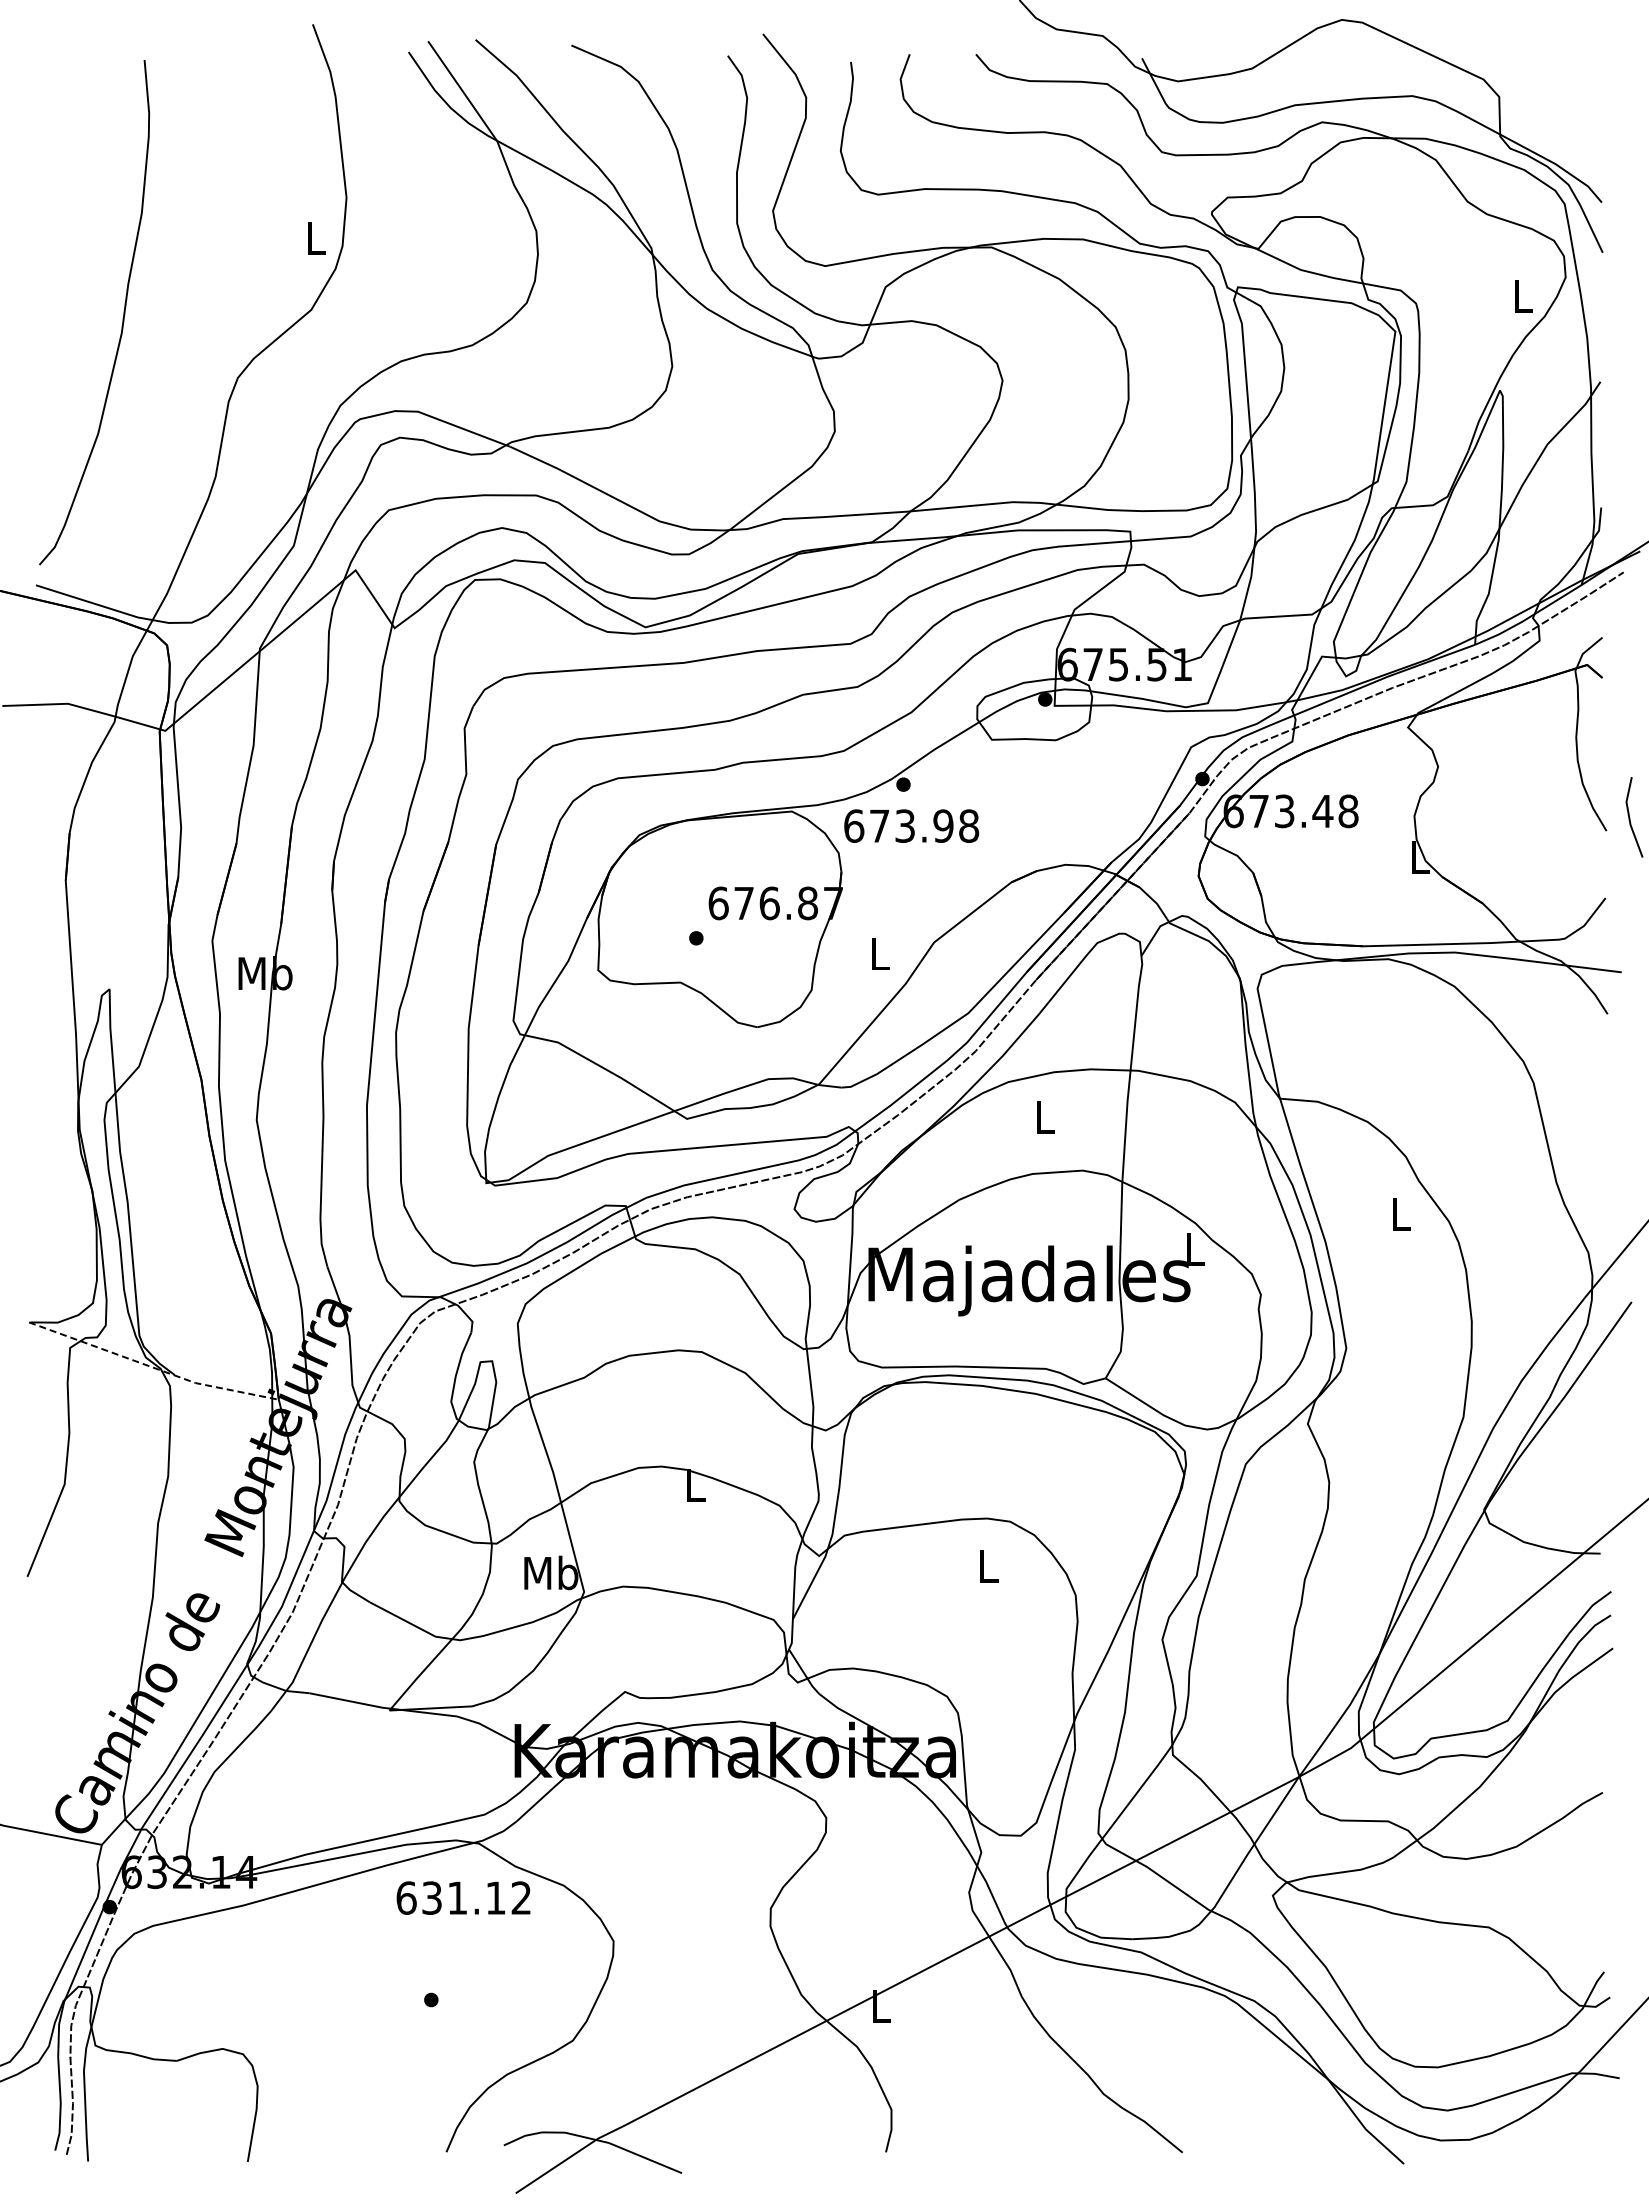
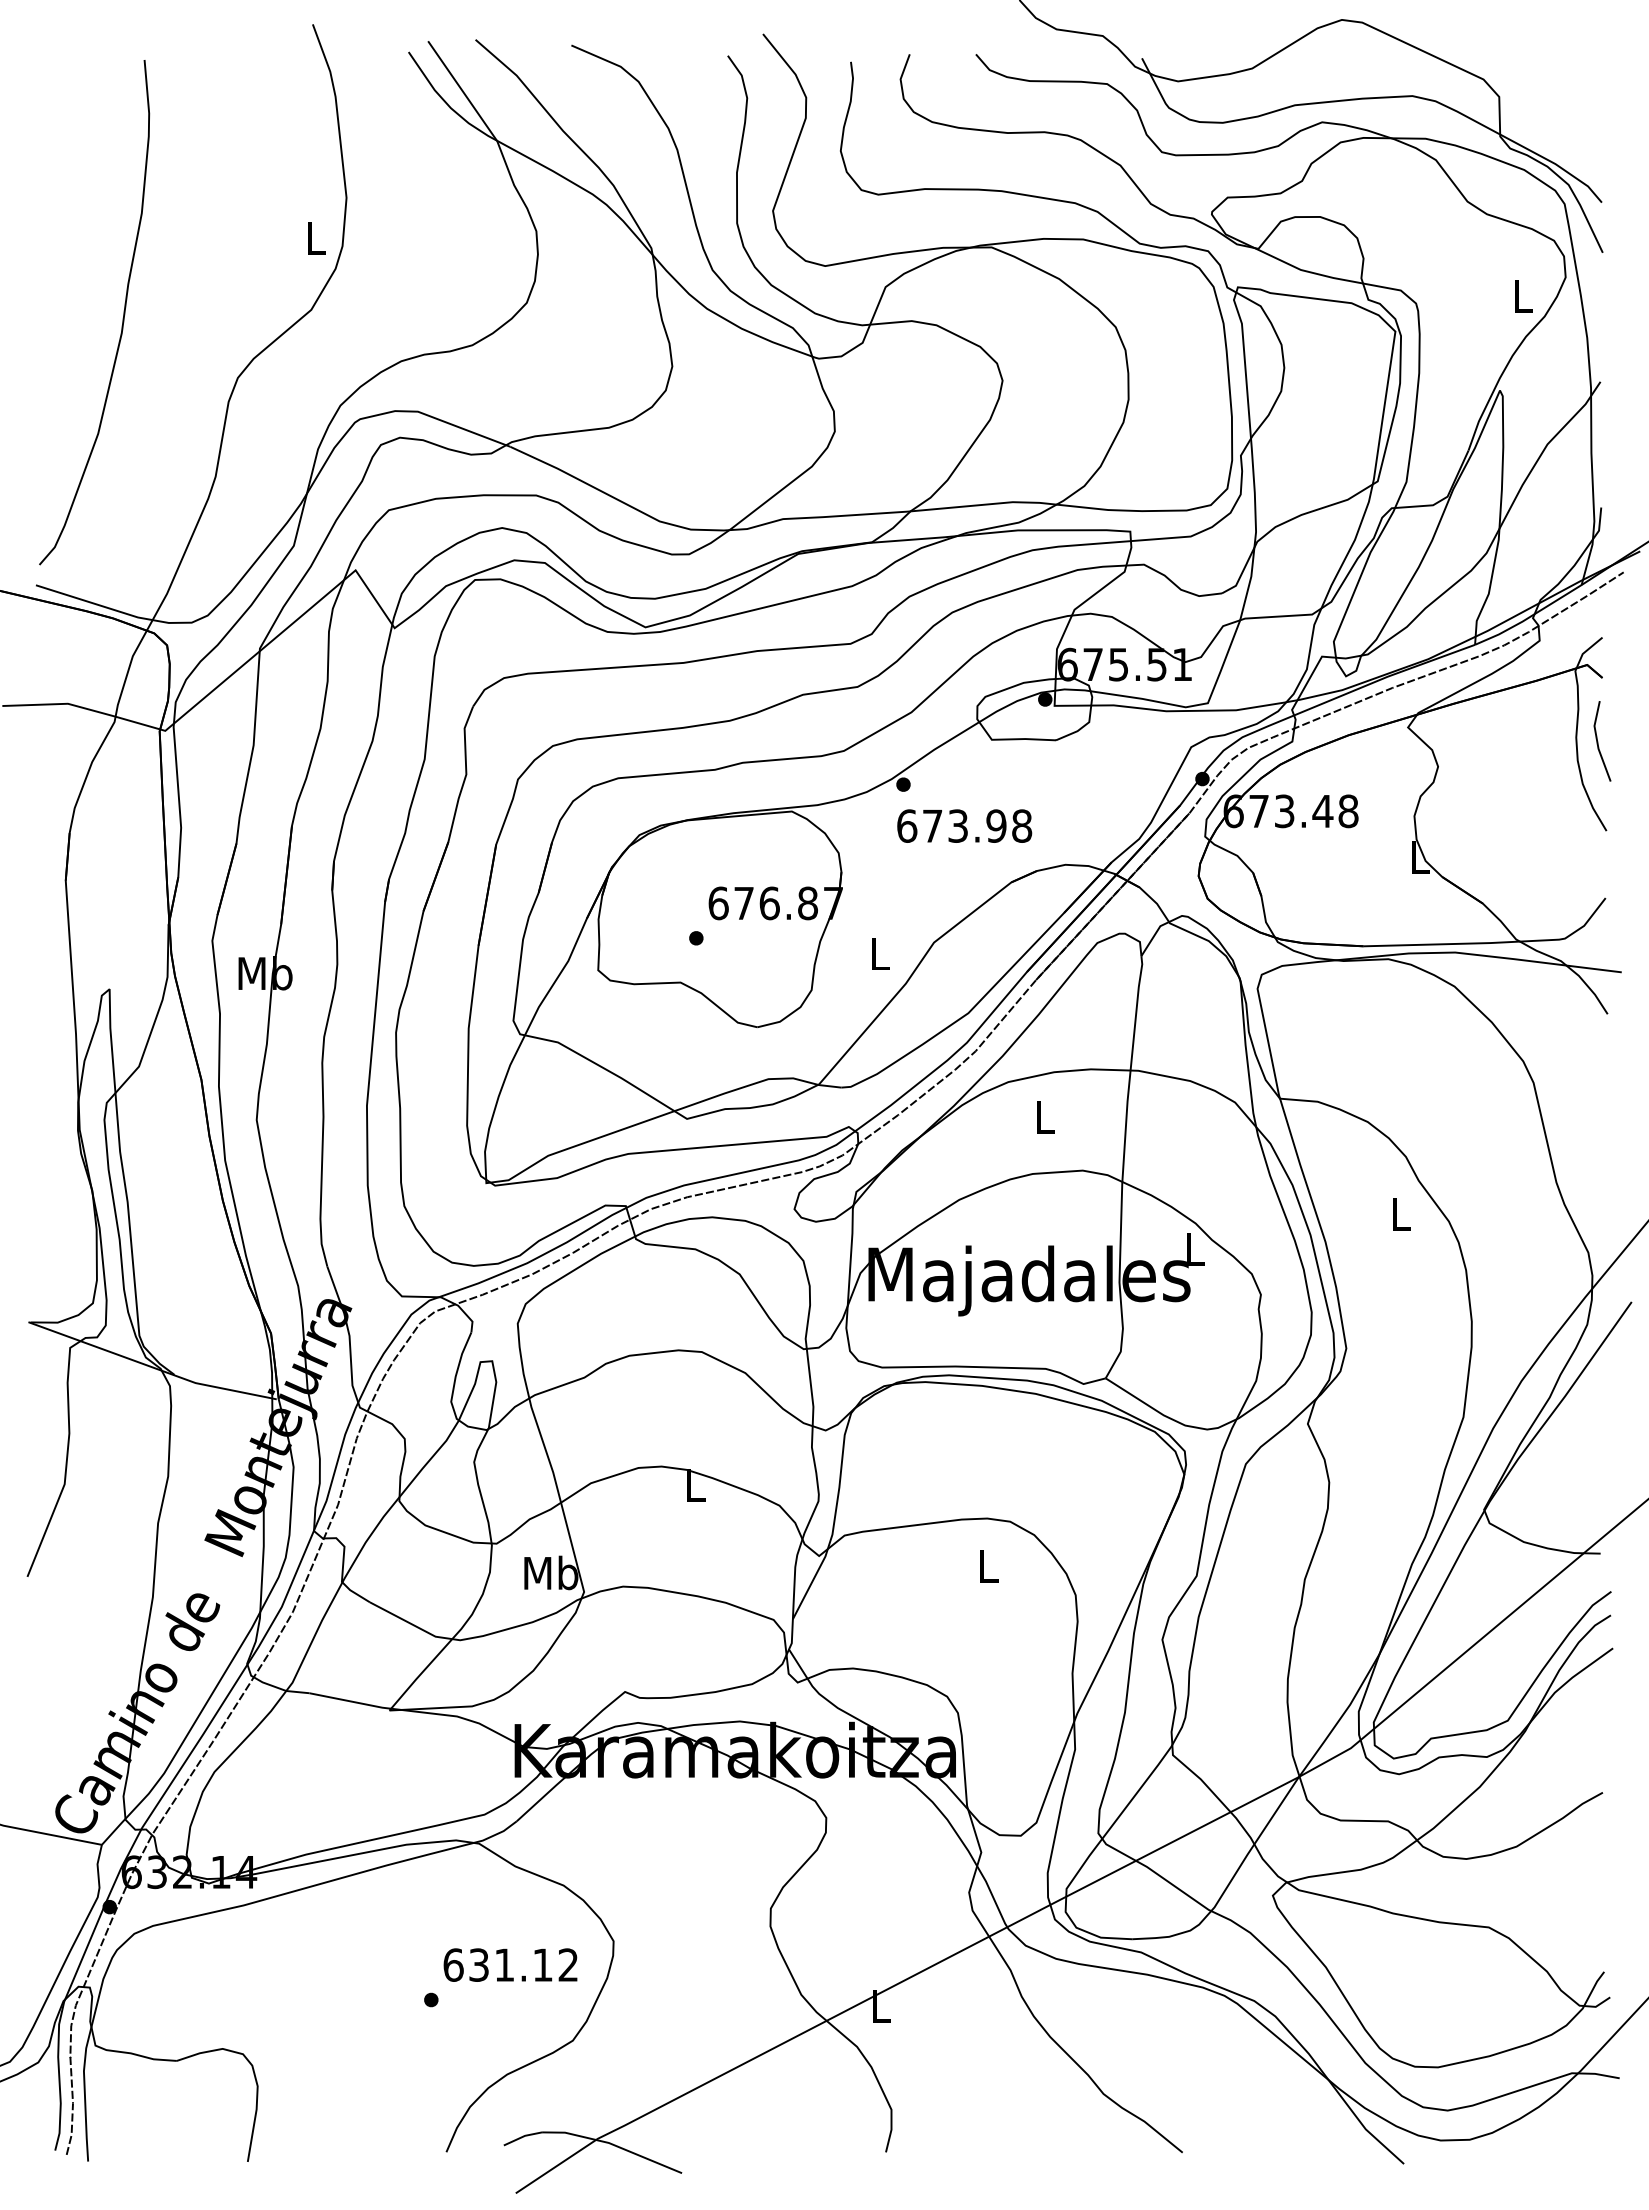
line at (1630, 817) position: (1630, 817) -> (1598, 741)
text at (911, 825) position: (911, 825) -> (964, 825)
line at (151, 1367): dashed -> solid
text at (463, 1897) position: (463, 1897) -> (510, 1964)
